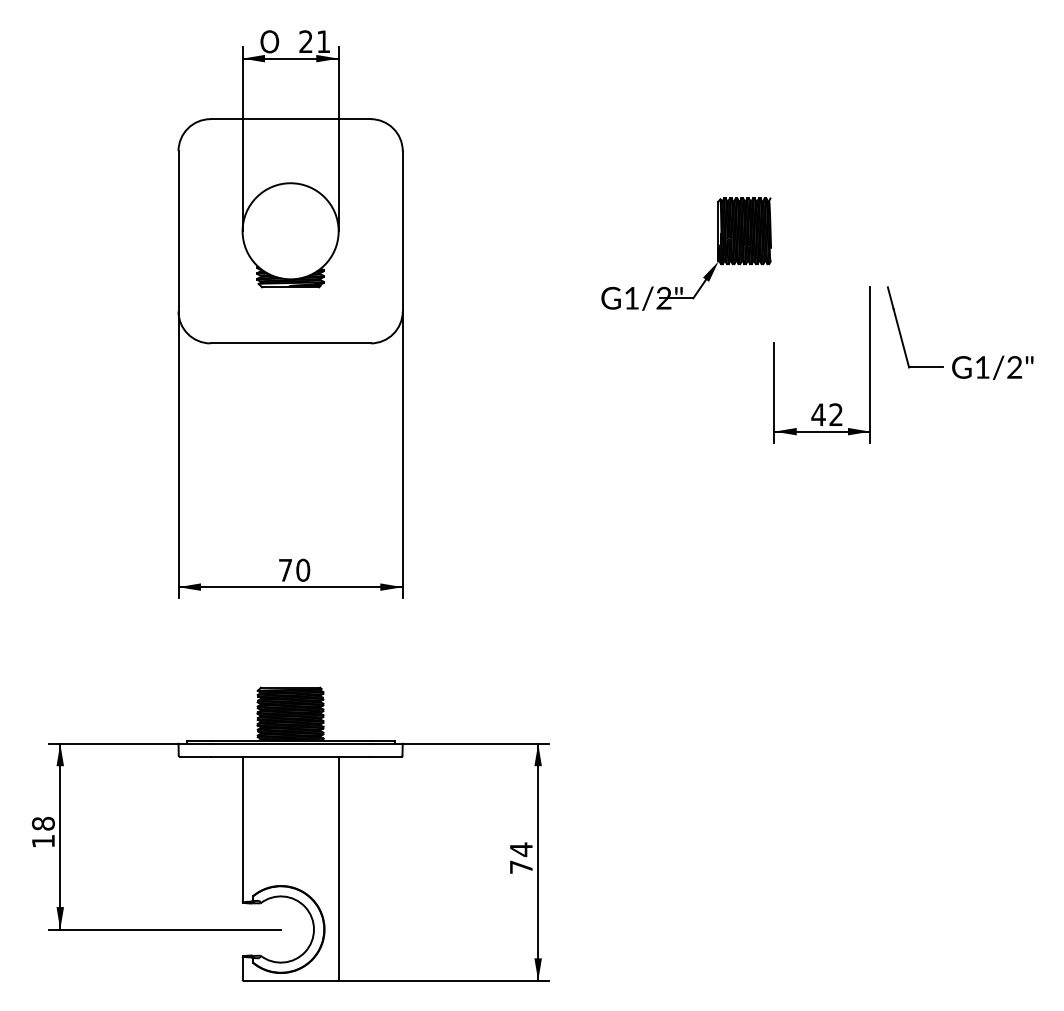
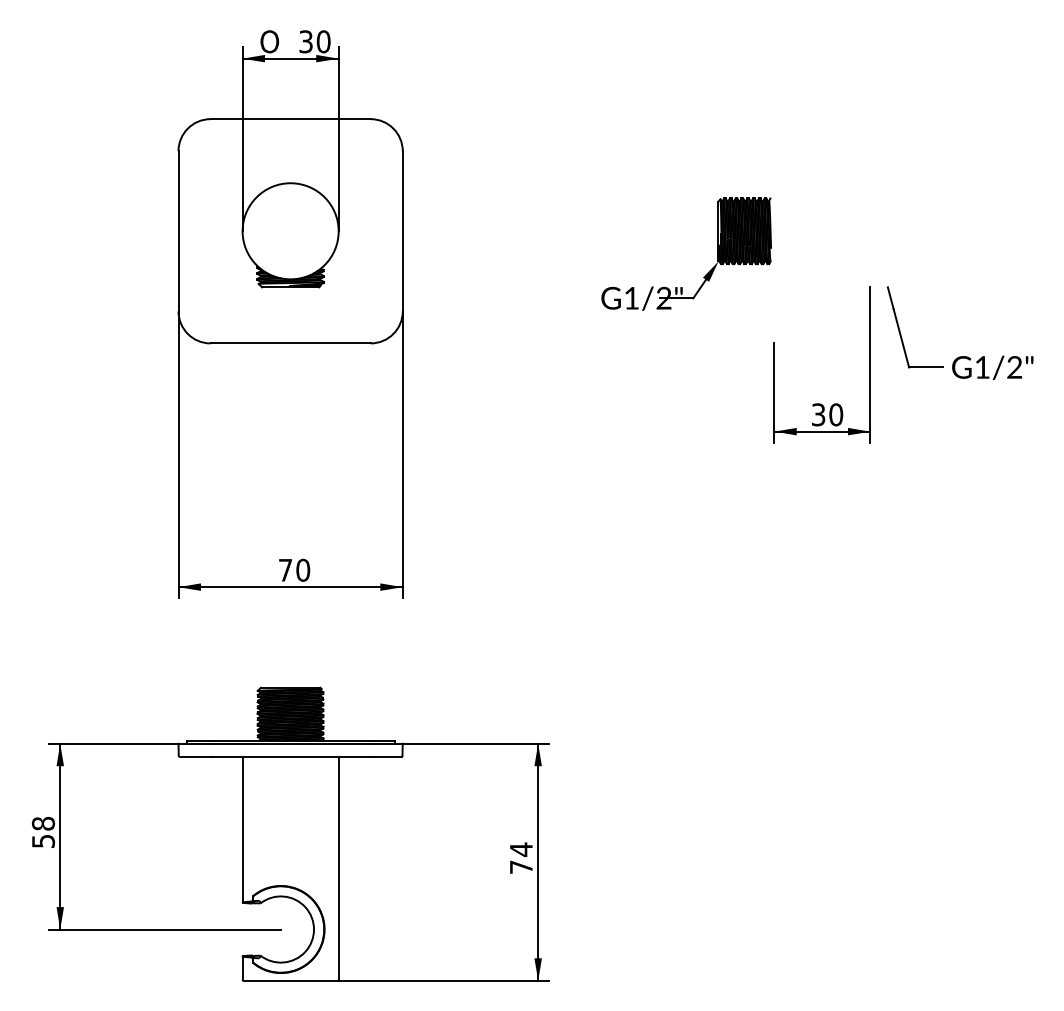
text at (314, 41): 21 -> 30
text at (827, 414): 42 -> 30
text at (43, 841): 18 -> 58
